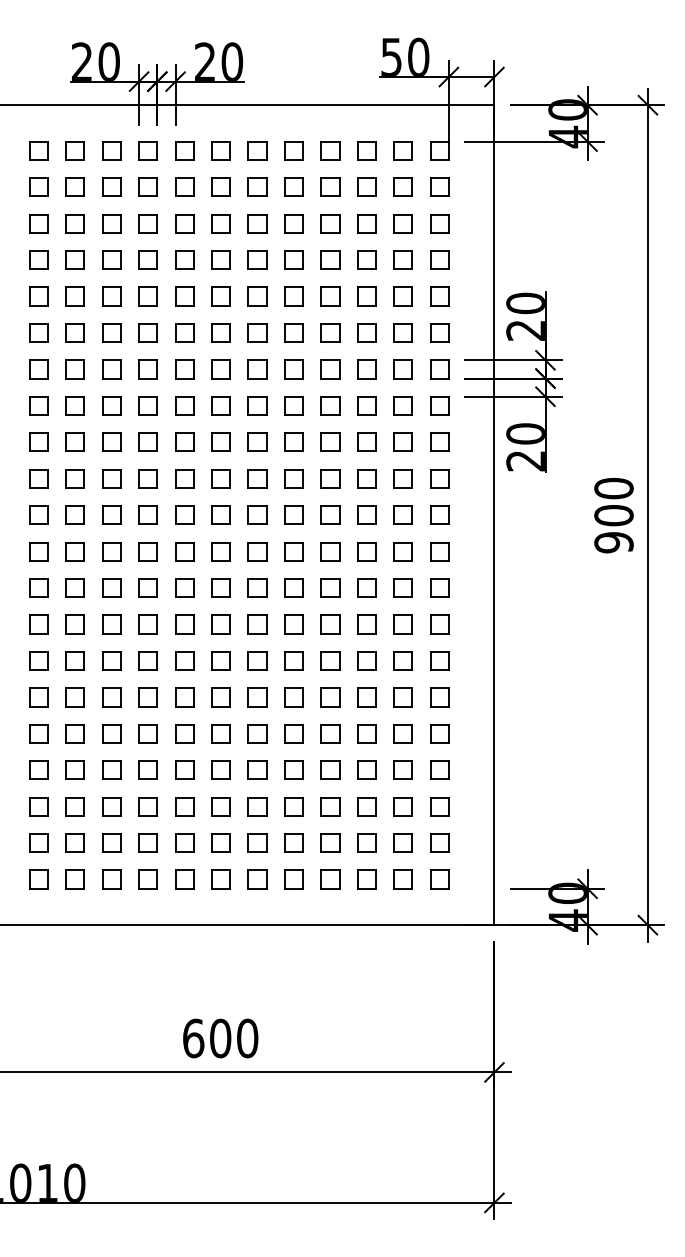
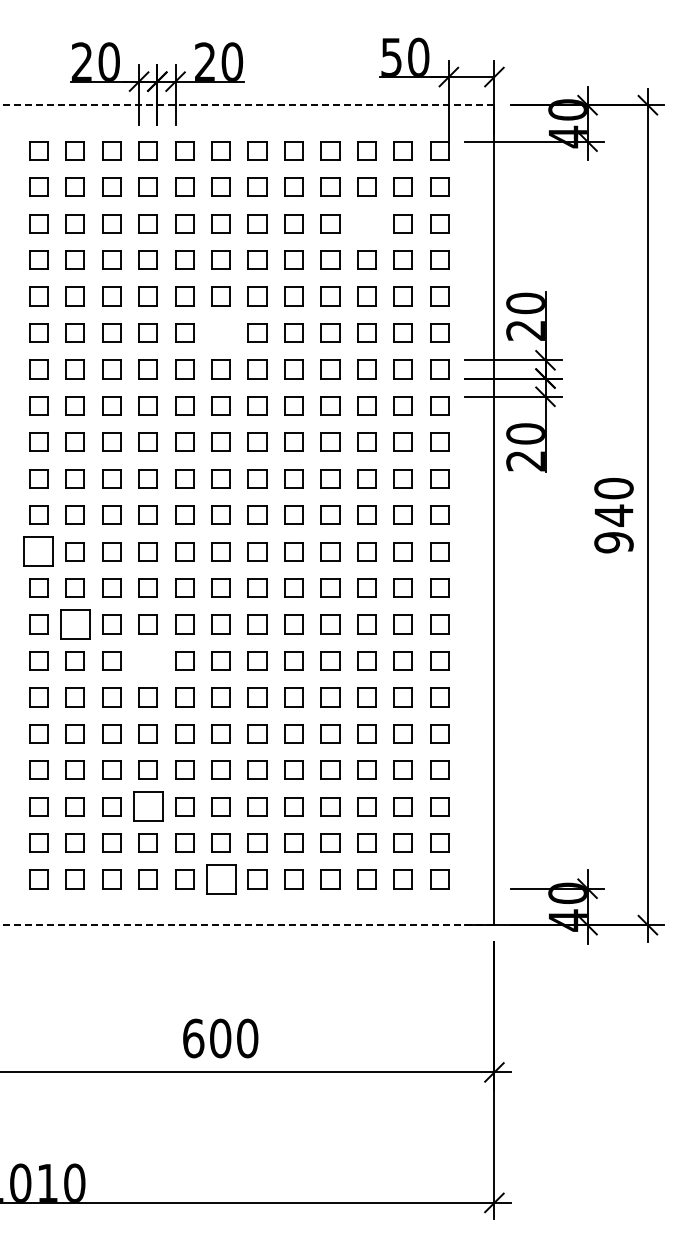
line at (247, 105): solid -> dashed
part at (366, 223): present -> none
part at (220, 332): present -> none
text at (613, 515): 900 -> 940
part at (38, 551) size: 20x20 px -> 31x31 px
part at (74, 624) size: 20x21 px -> 31x31 px
part at (147, 660): present -> none
part at (147, 806) size: 20x20 px -> 31x31 px
part at (220, 879) size: 20x21 px -> 31x31 px
line at (247, 925): solid -> dashed
